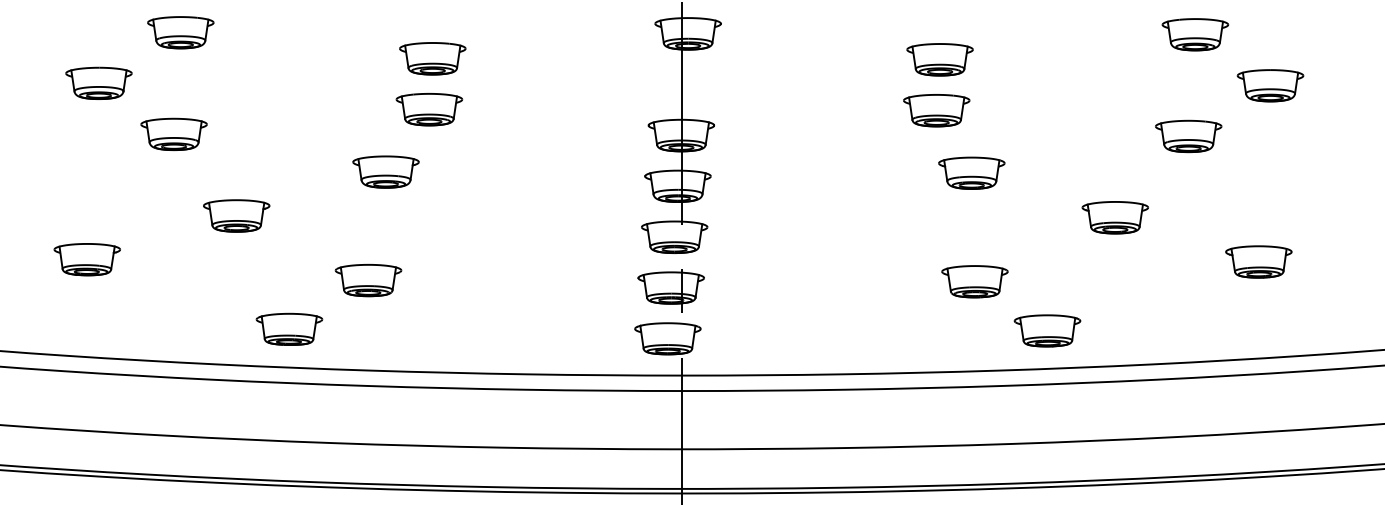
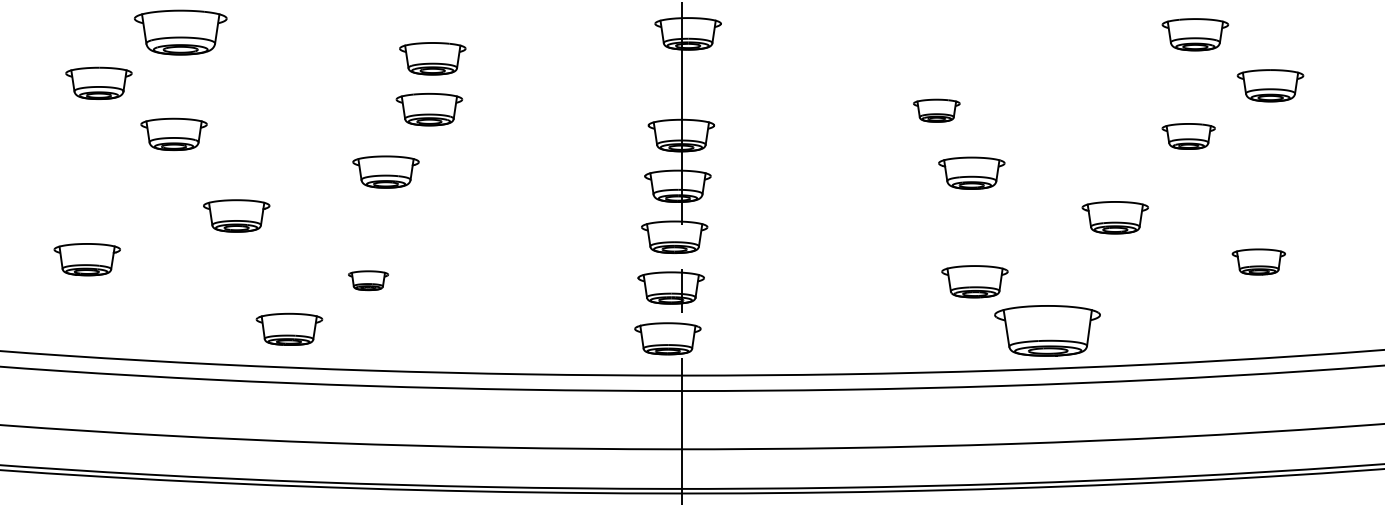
part at (180, 32) size: 68x34 px -> 95x47 px
part at (939, 59): present -> none
part at (936, 110) size: 68x34 px -> 48x25 px
part at (1188, 136) size: 68x35 px -> 55x27 px
part at (1258, 261) size: 68x34 px -> 55x28 px
part at (368, 280) size: 69x34 px -> 42x22 px
part at (1047, 330) size: 69x34 px -> 107x52 px
